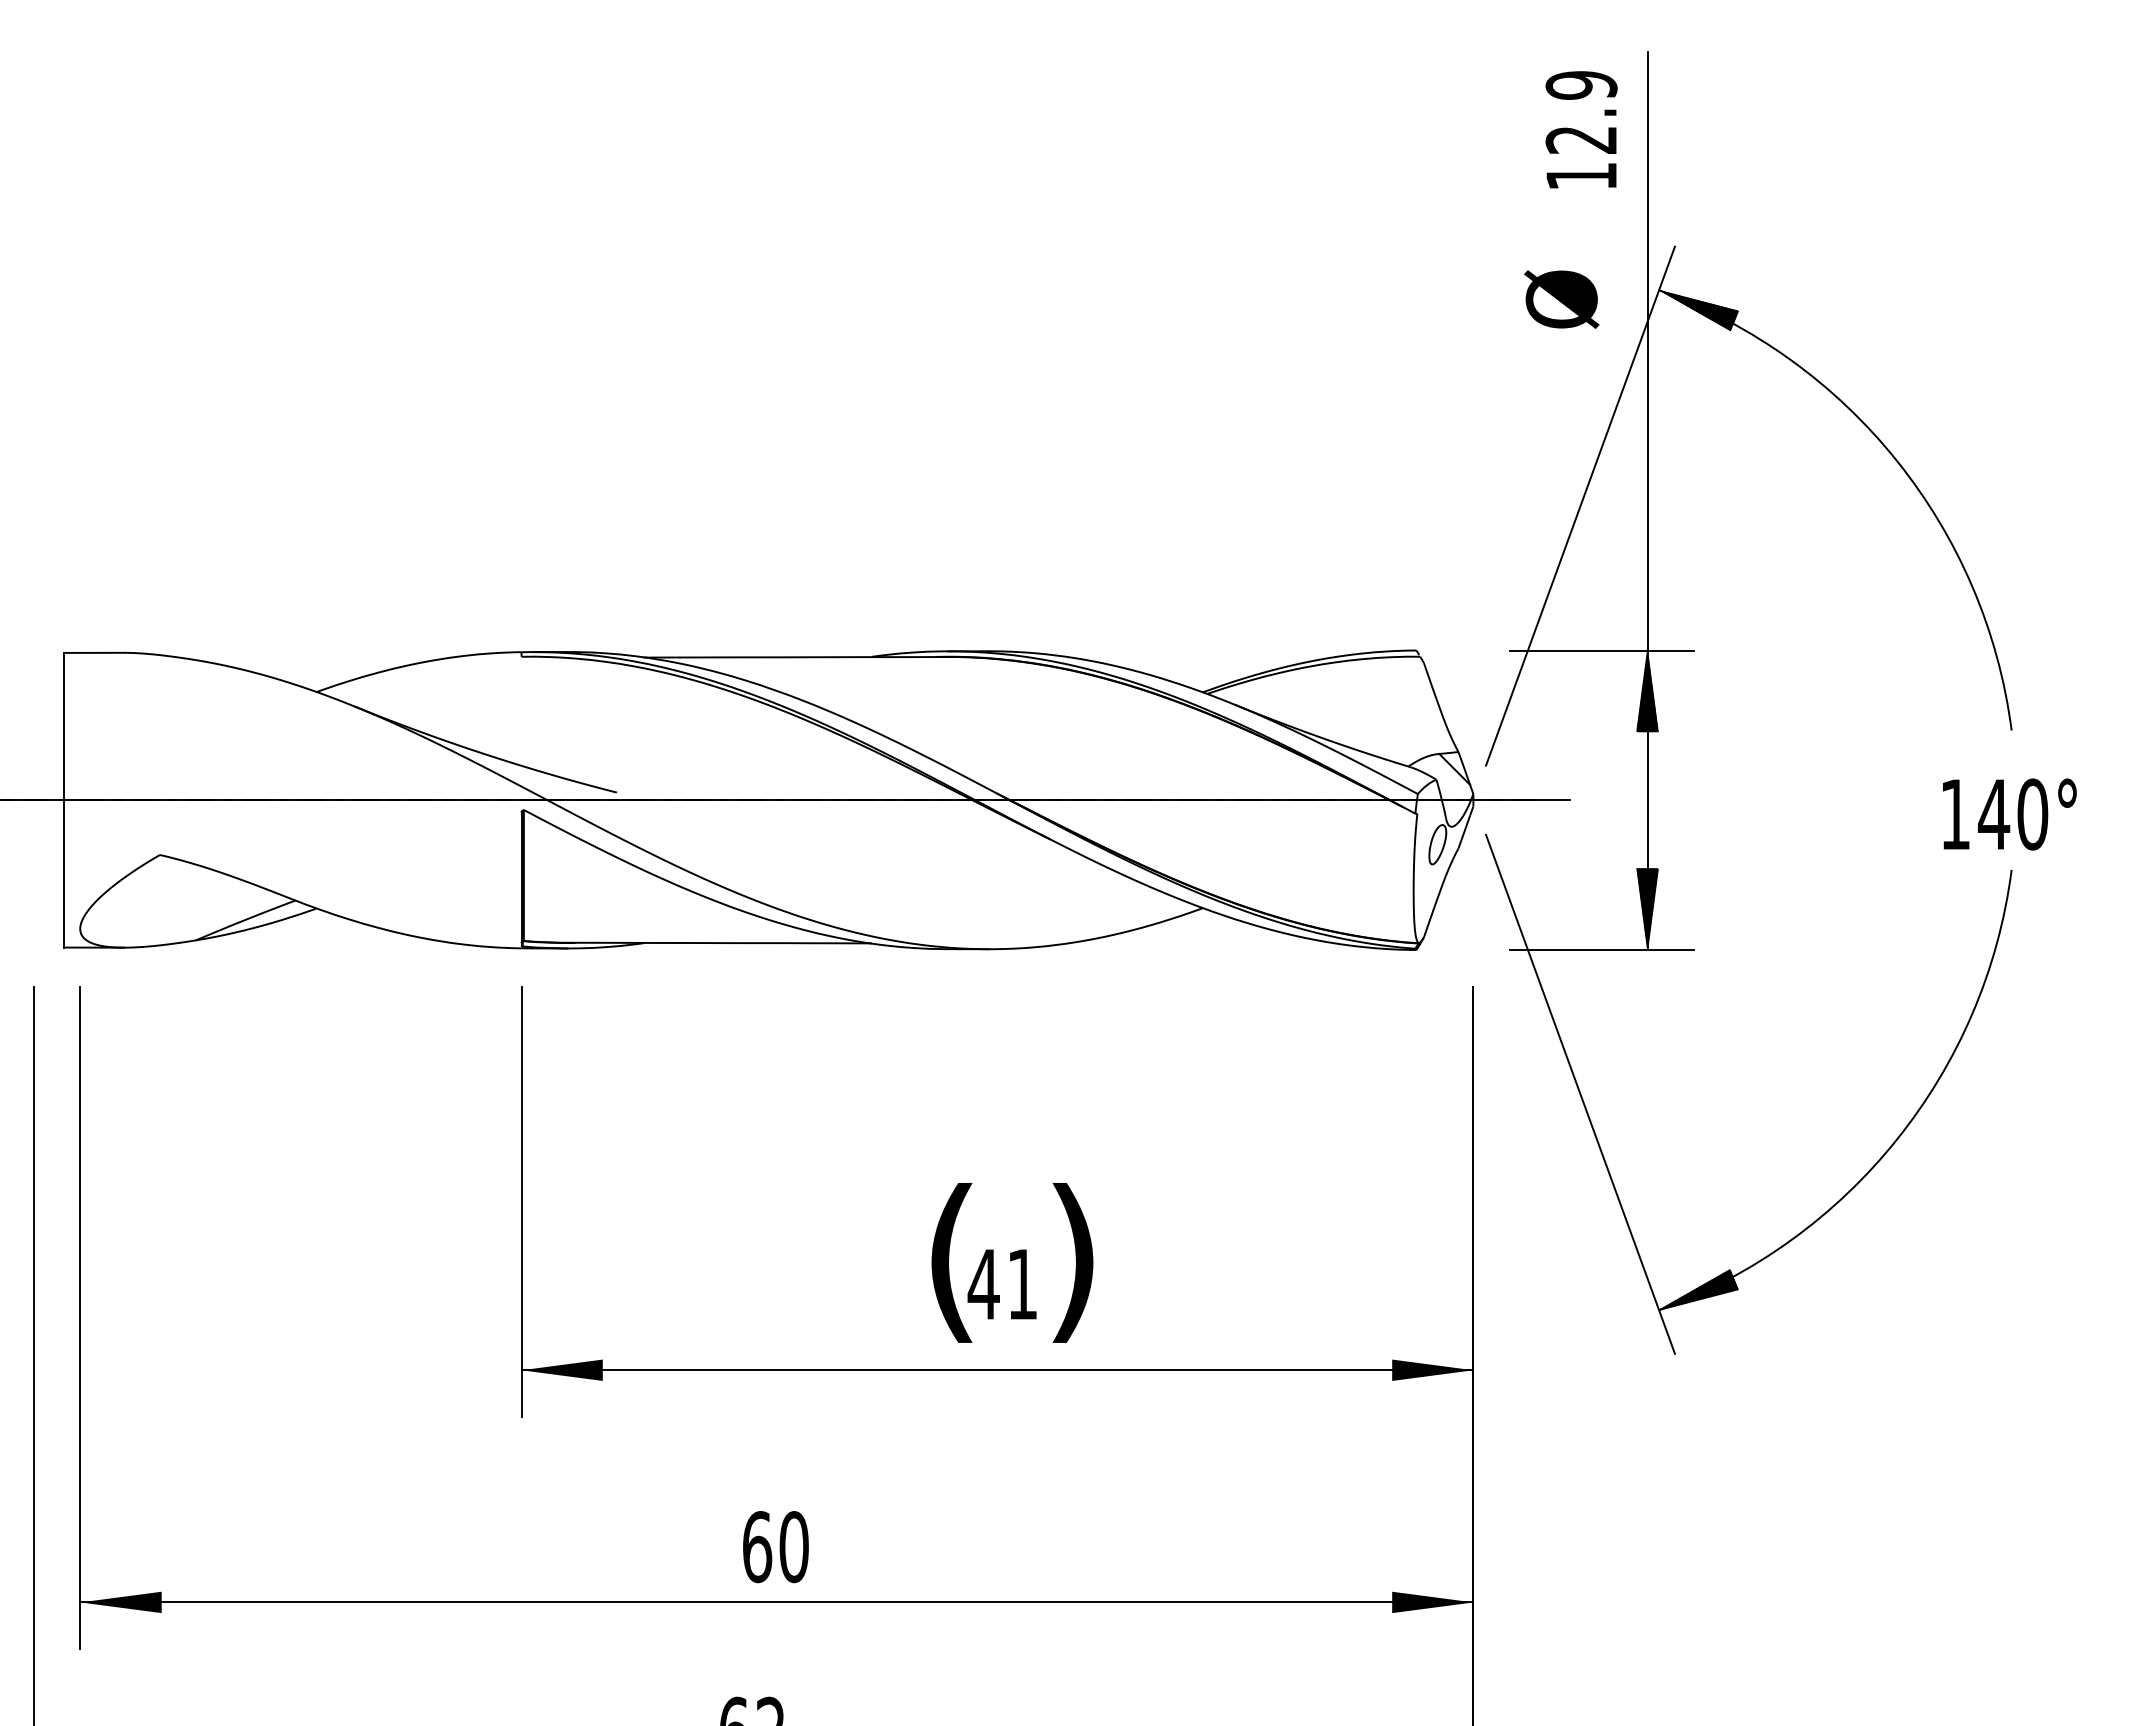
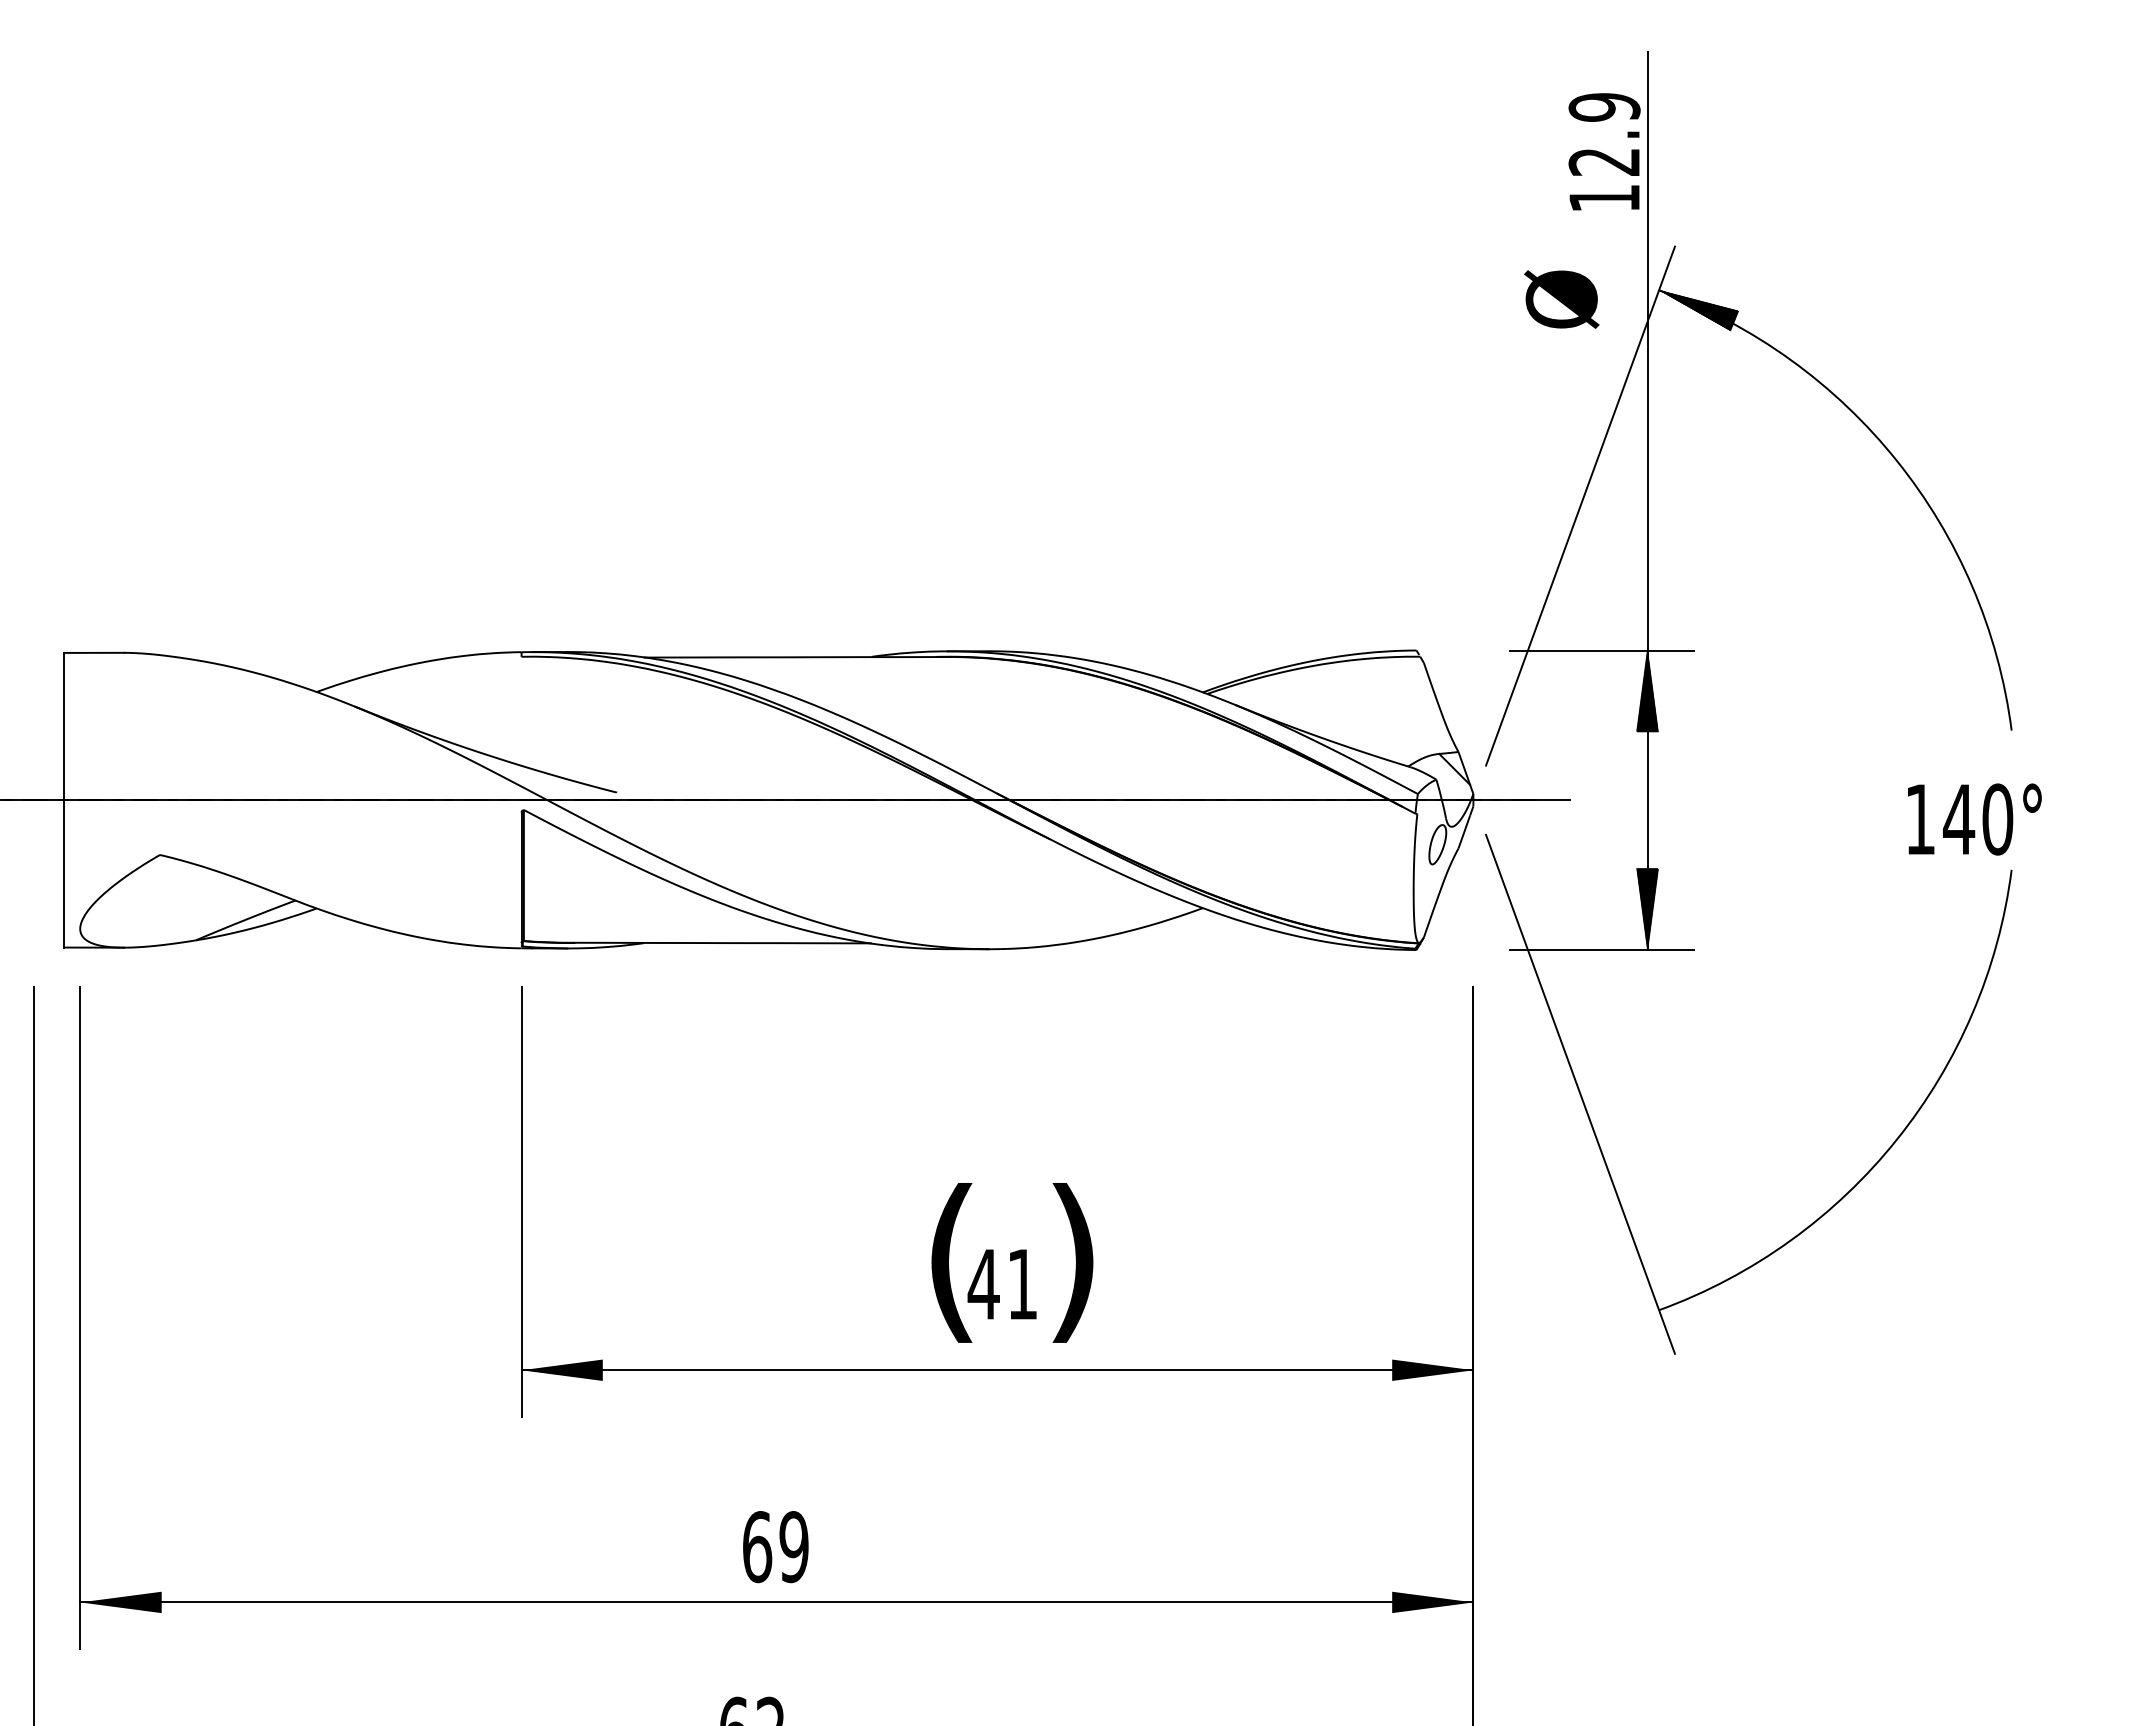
text at (1581, 129) position: (1581, 129) -> (1604, 151)
text at (2009, 814) position: (2009, 814) -> (1974, 819)
hatch at (1698, 1289): present -> none
text at (793, 1547): 60 -> 69
